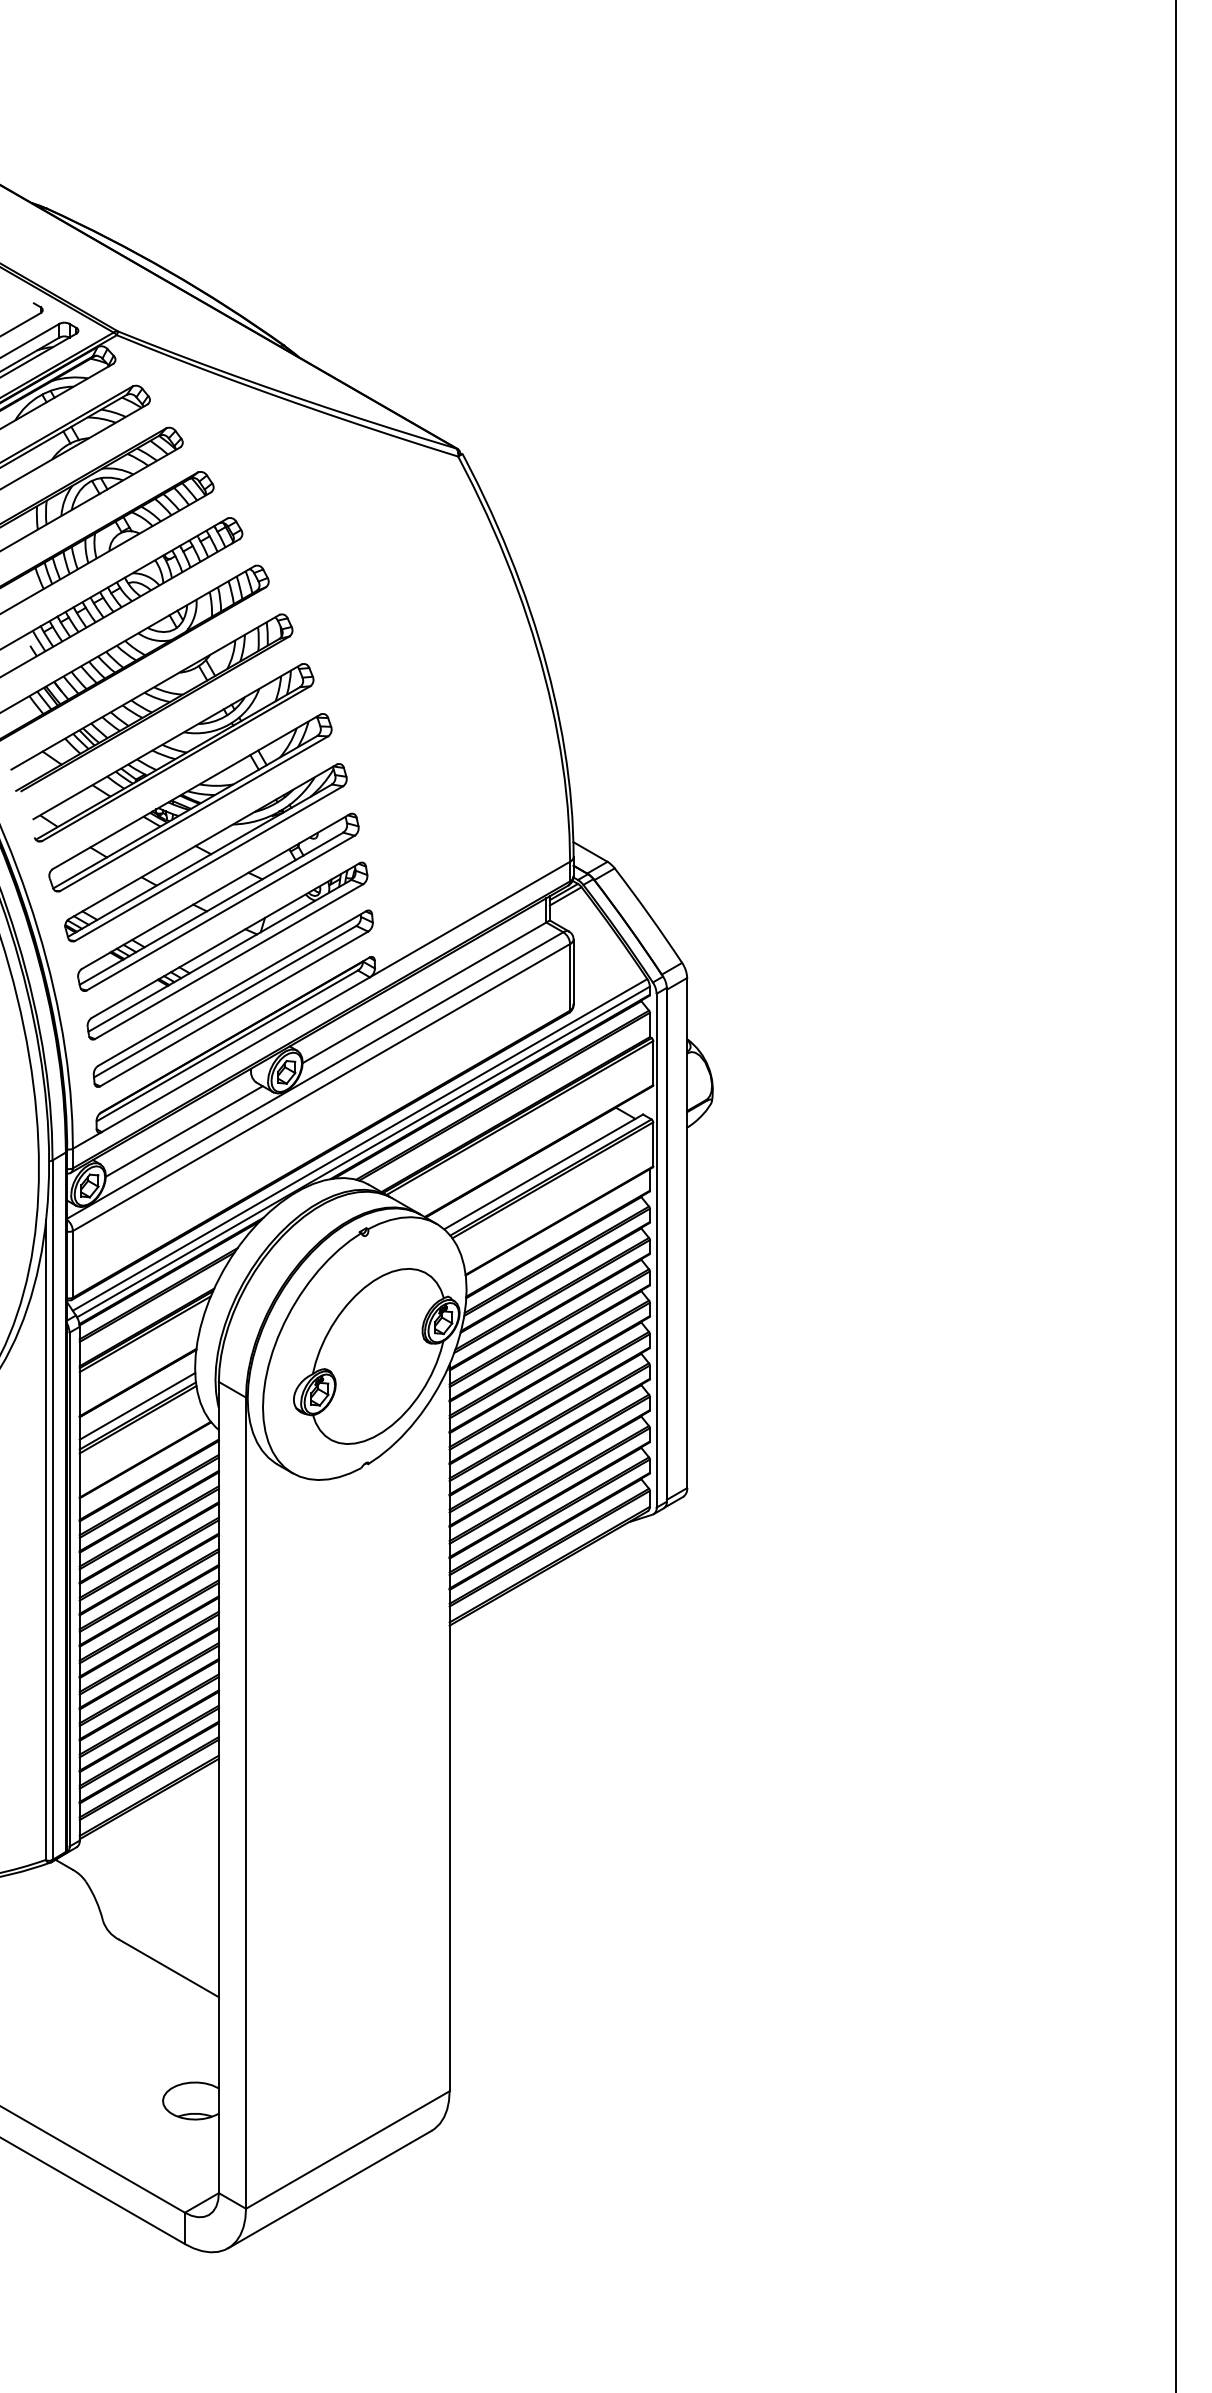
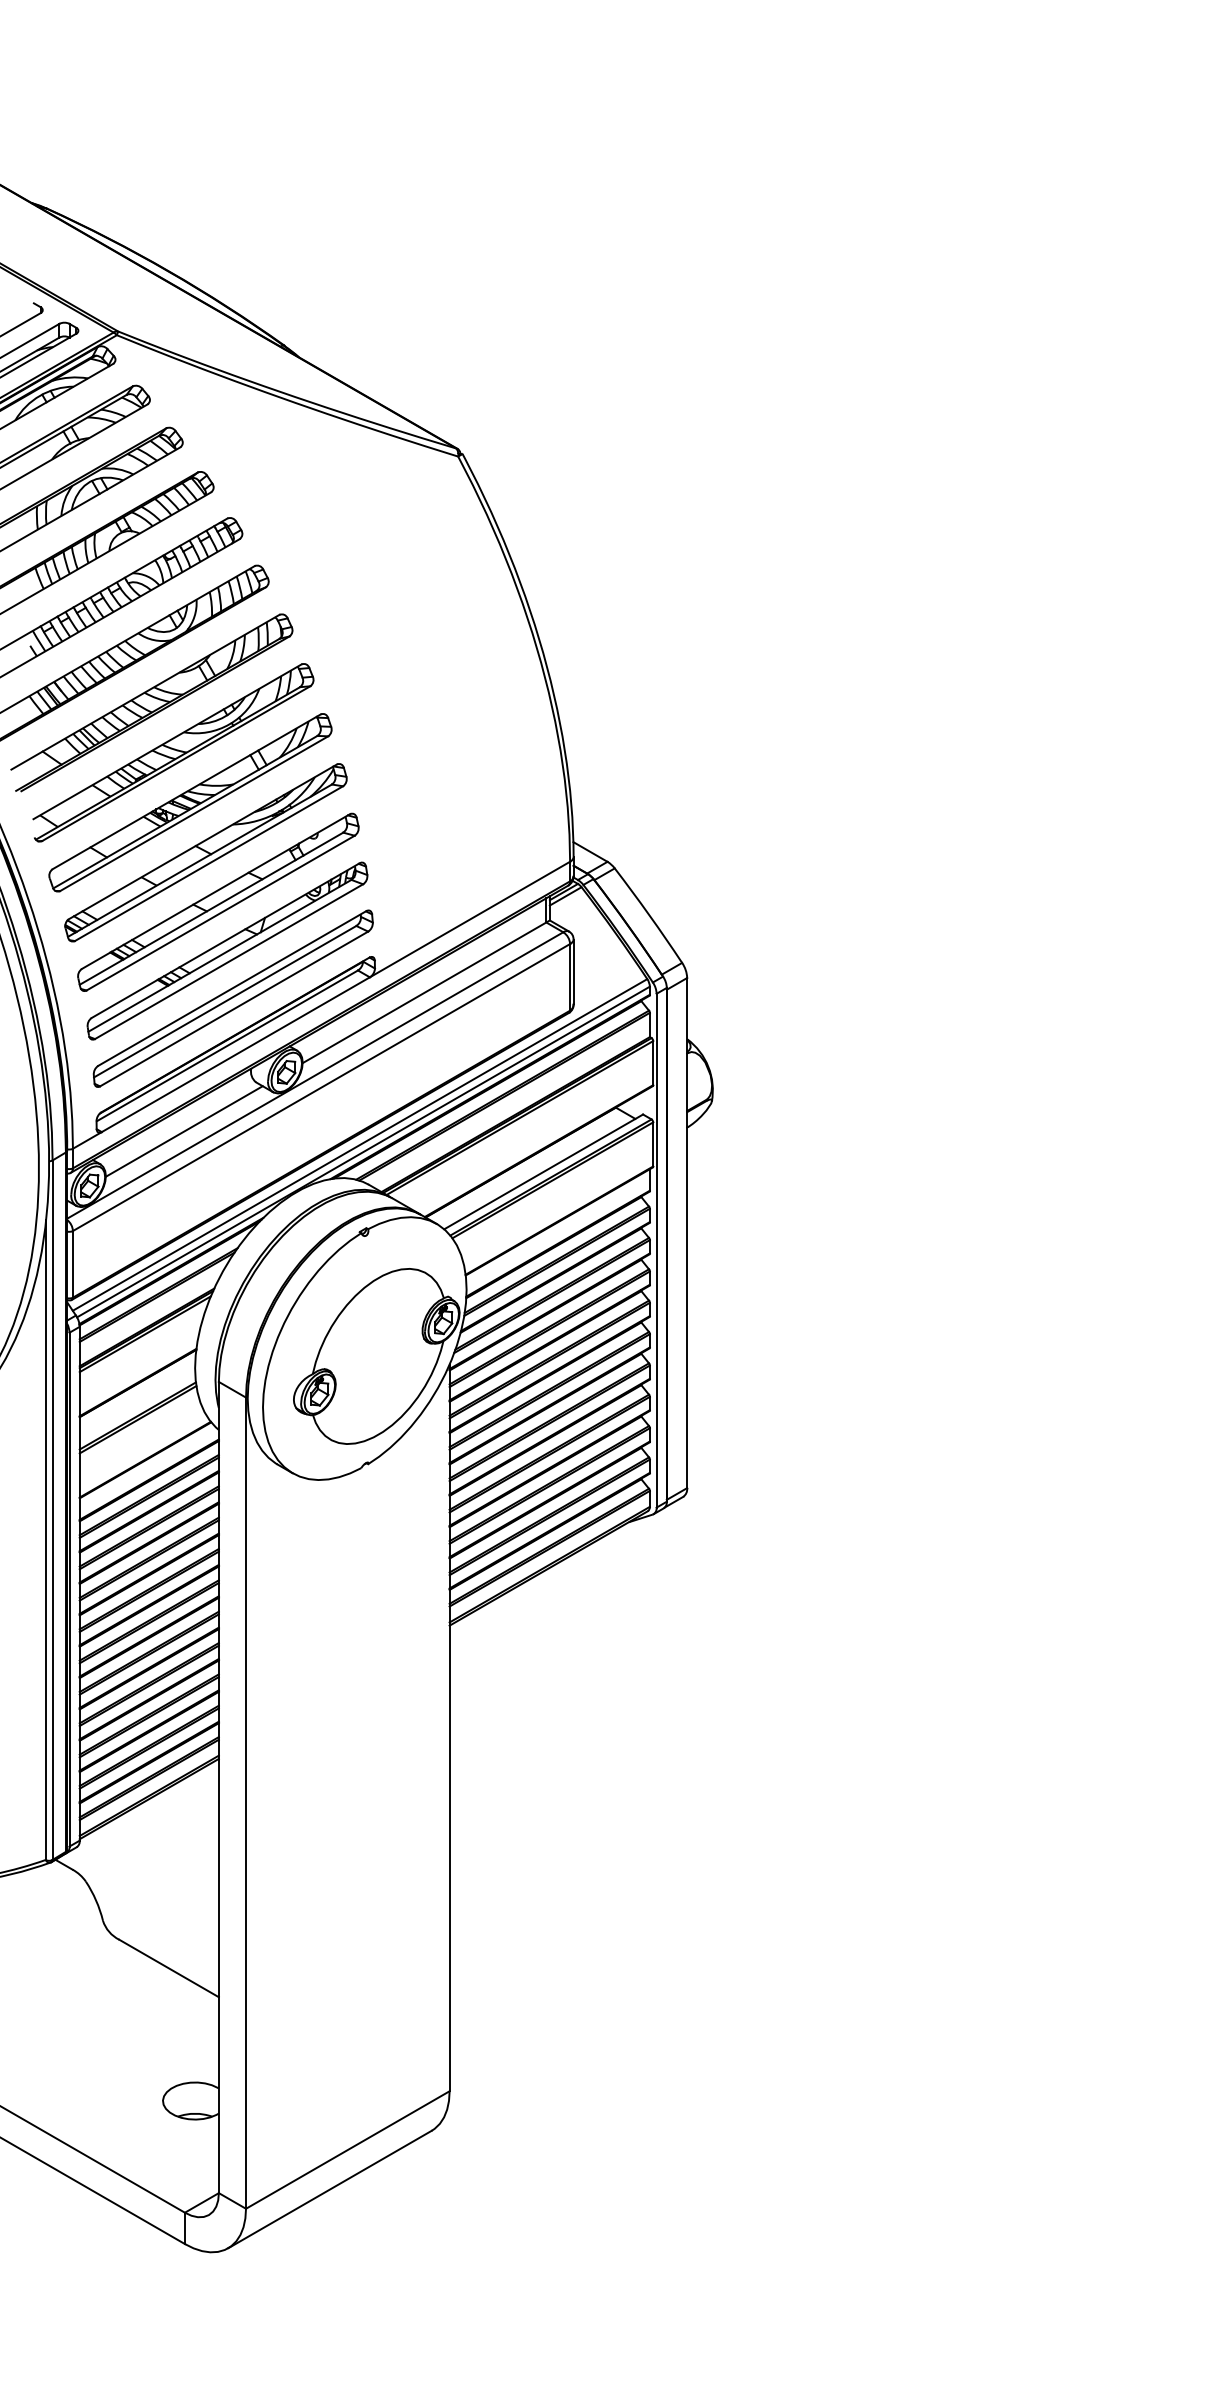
line at (1175, 1195): present -> none
line at (137, 1406): present -> none
